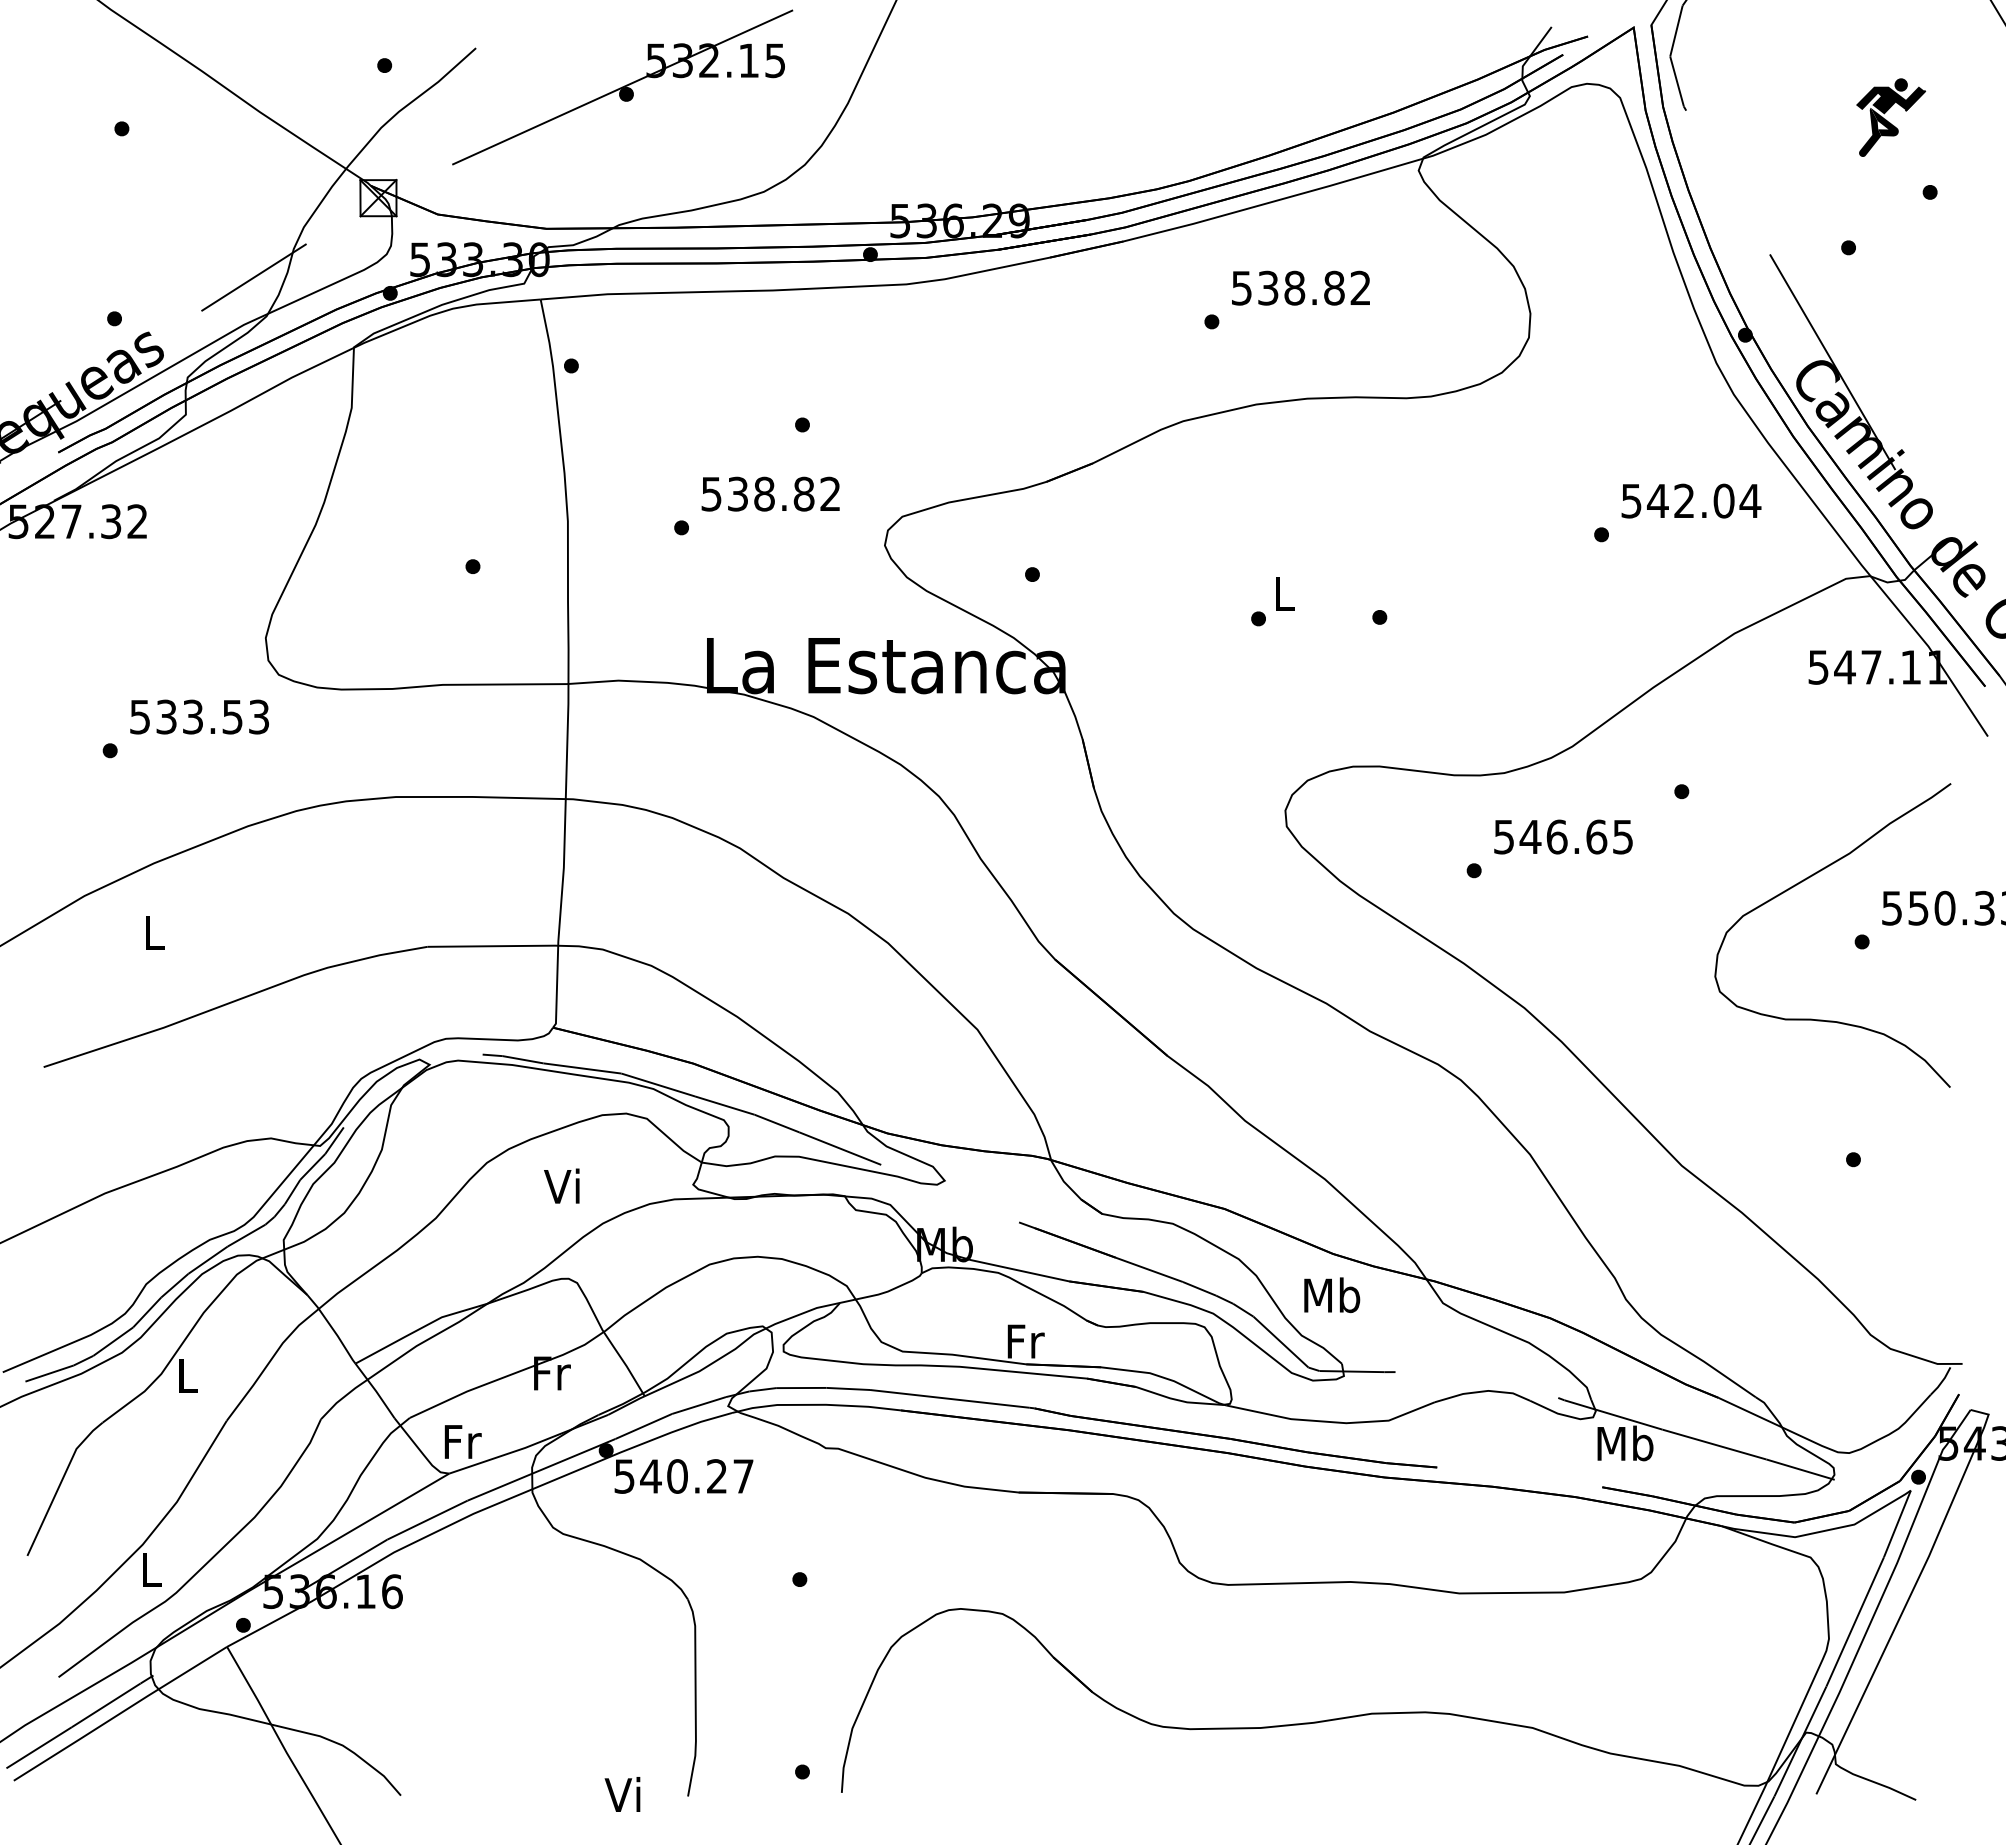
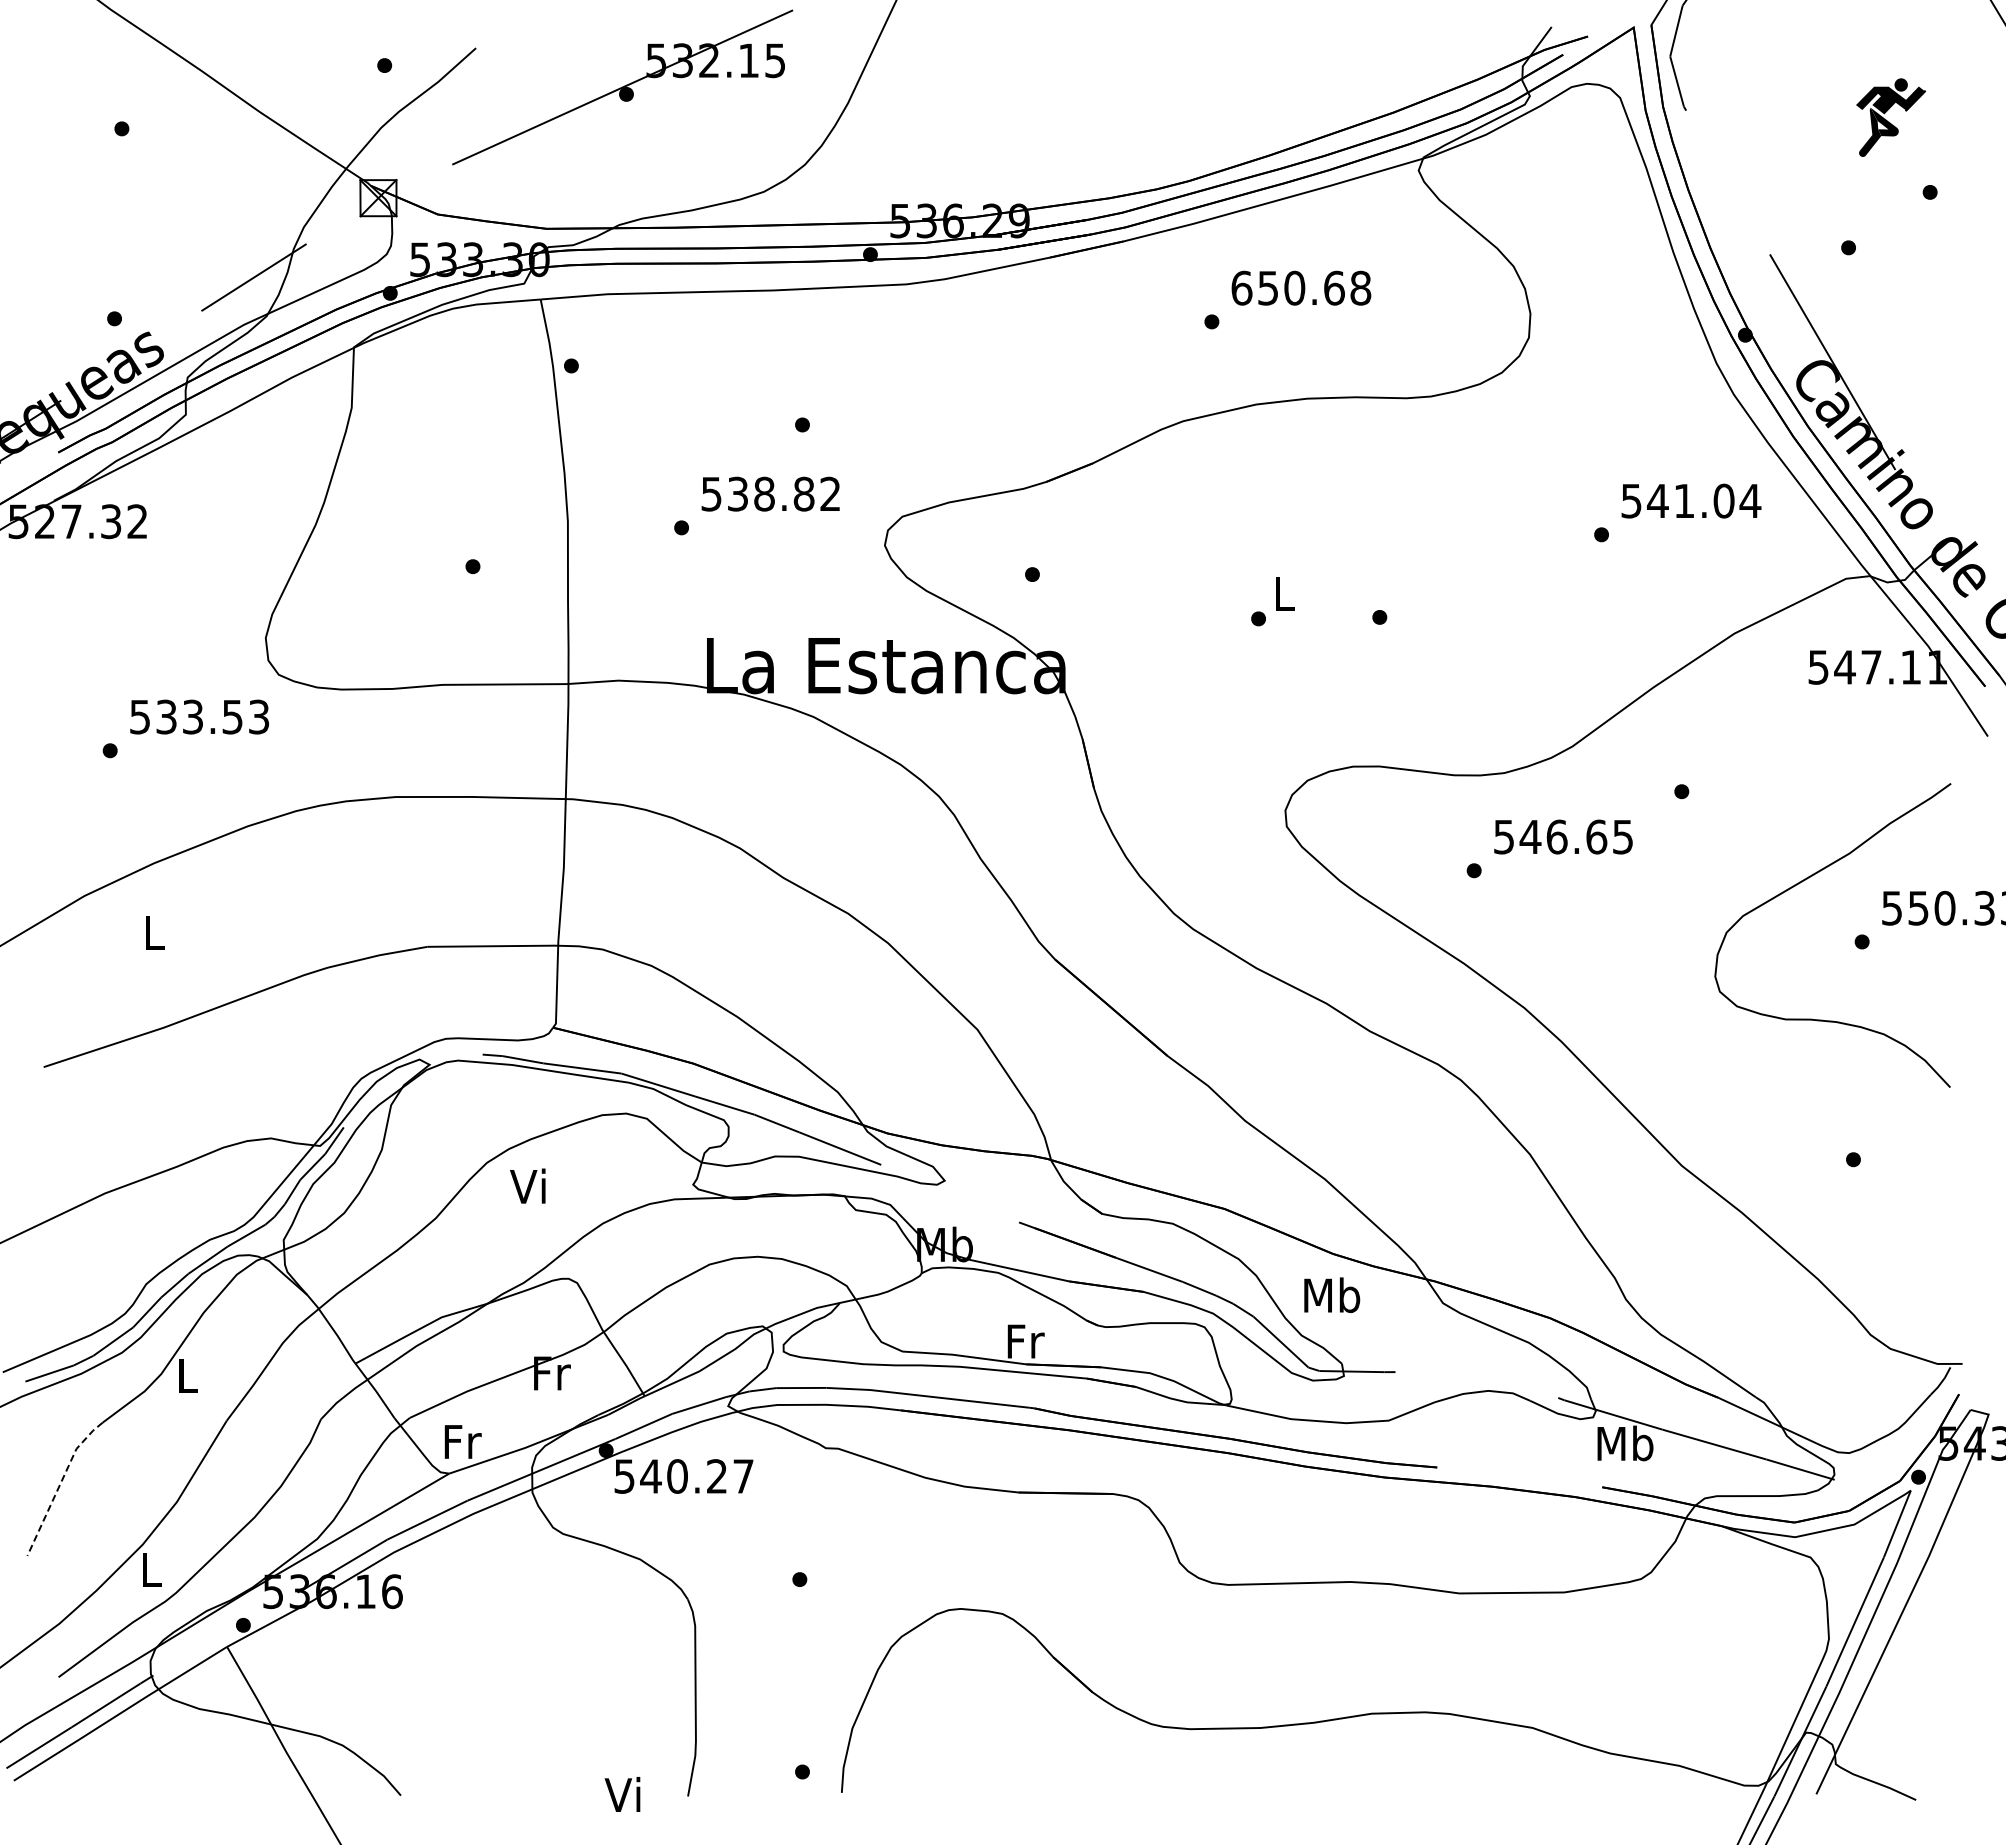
text at (1301, 287): 538.82 -> 650.68
text at (1683, 500): 542.04 -> 541.04
text at (561, 1185) position: (561, 1185) -> (527, 1185)
line at (60, 1484): solid -> dashed
